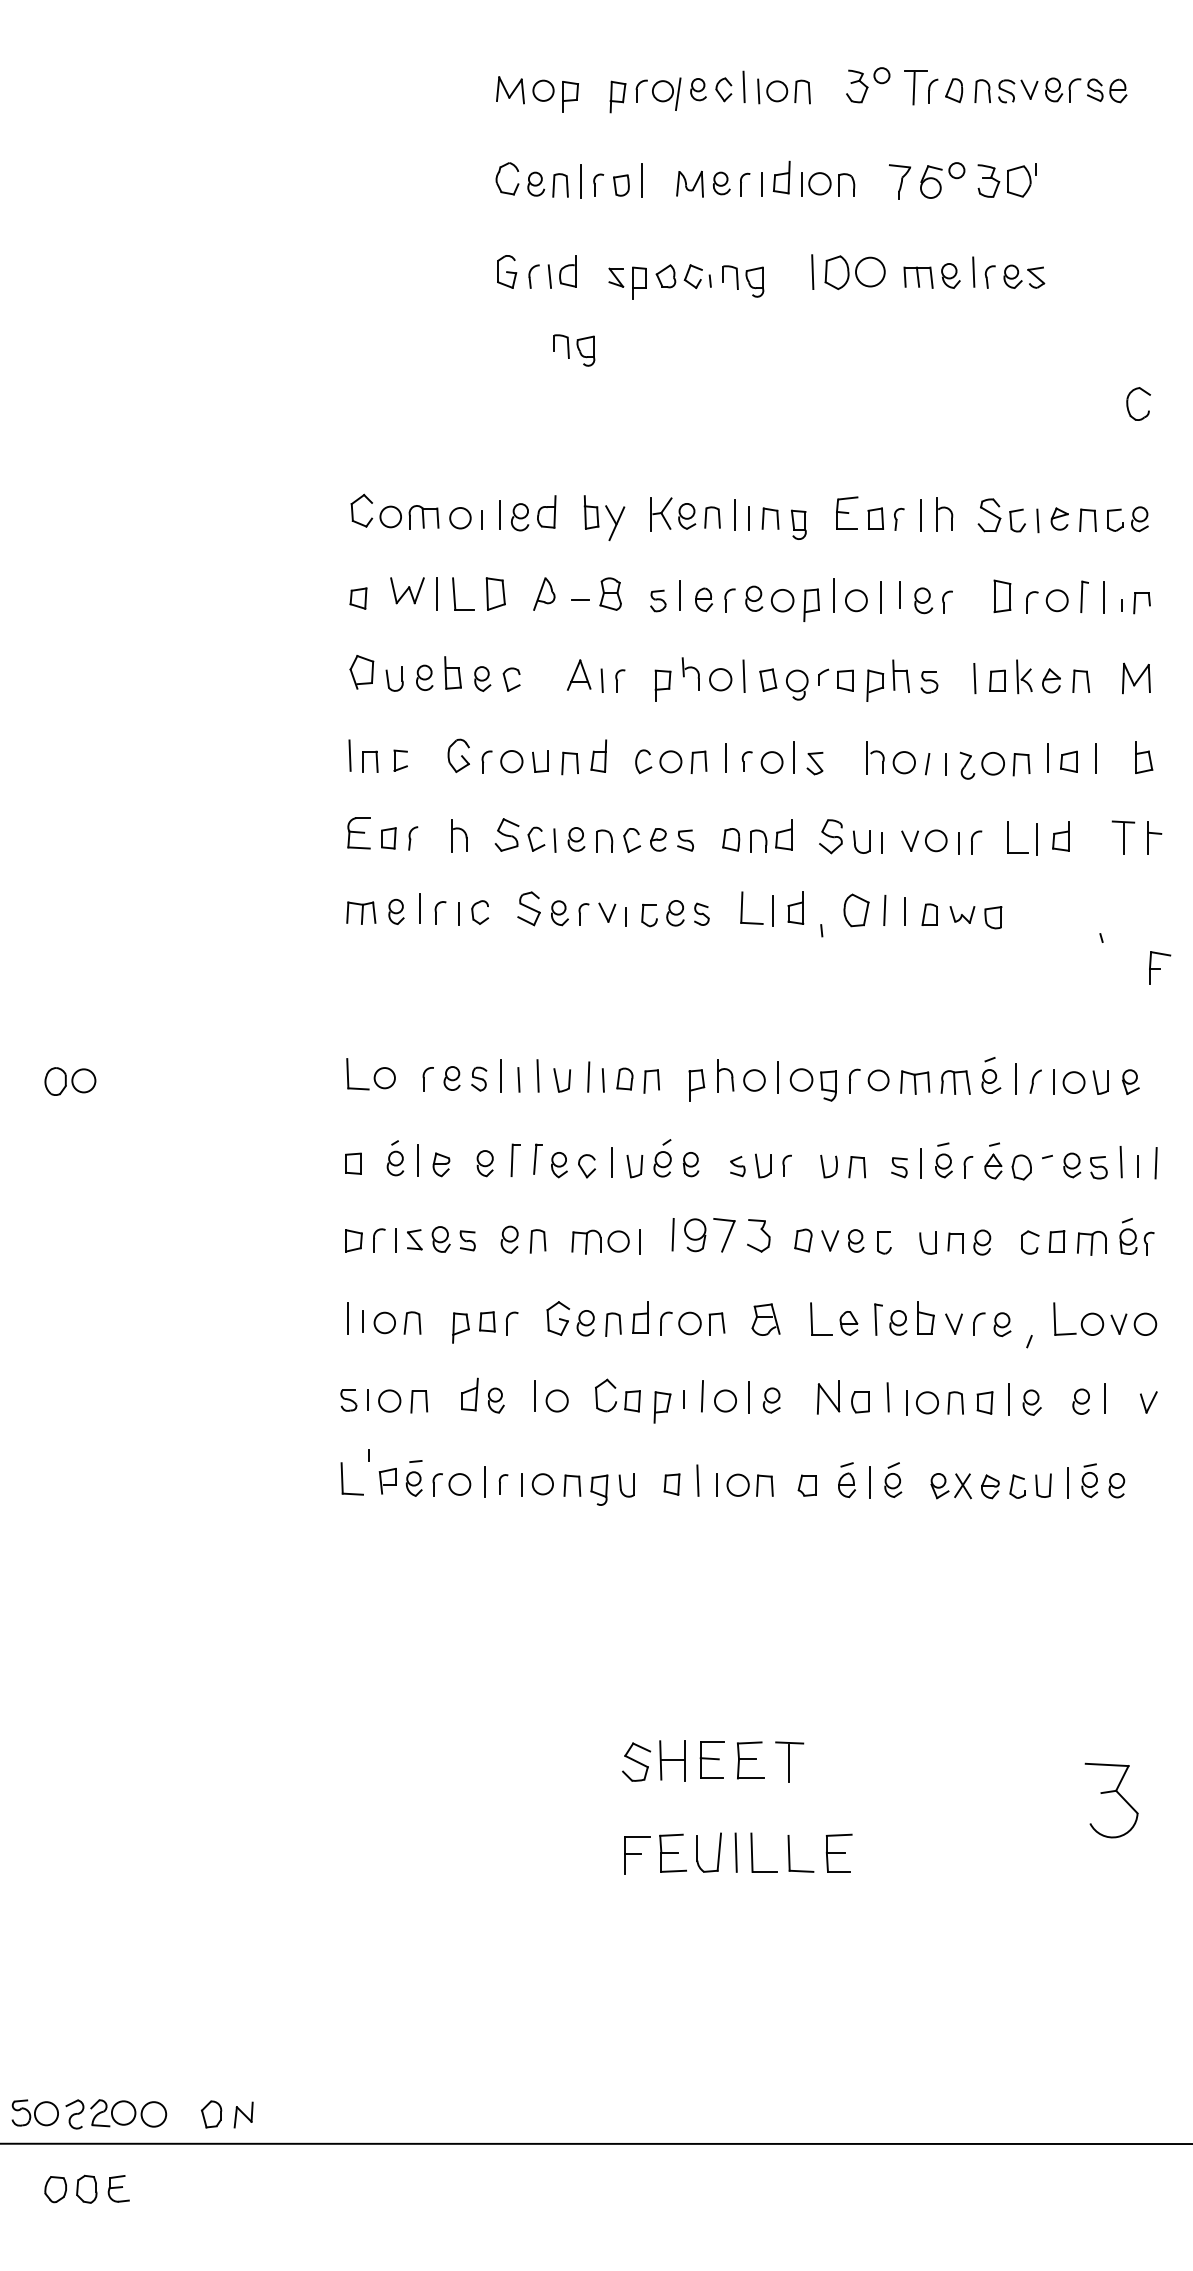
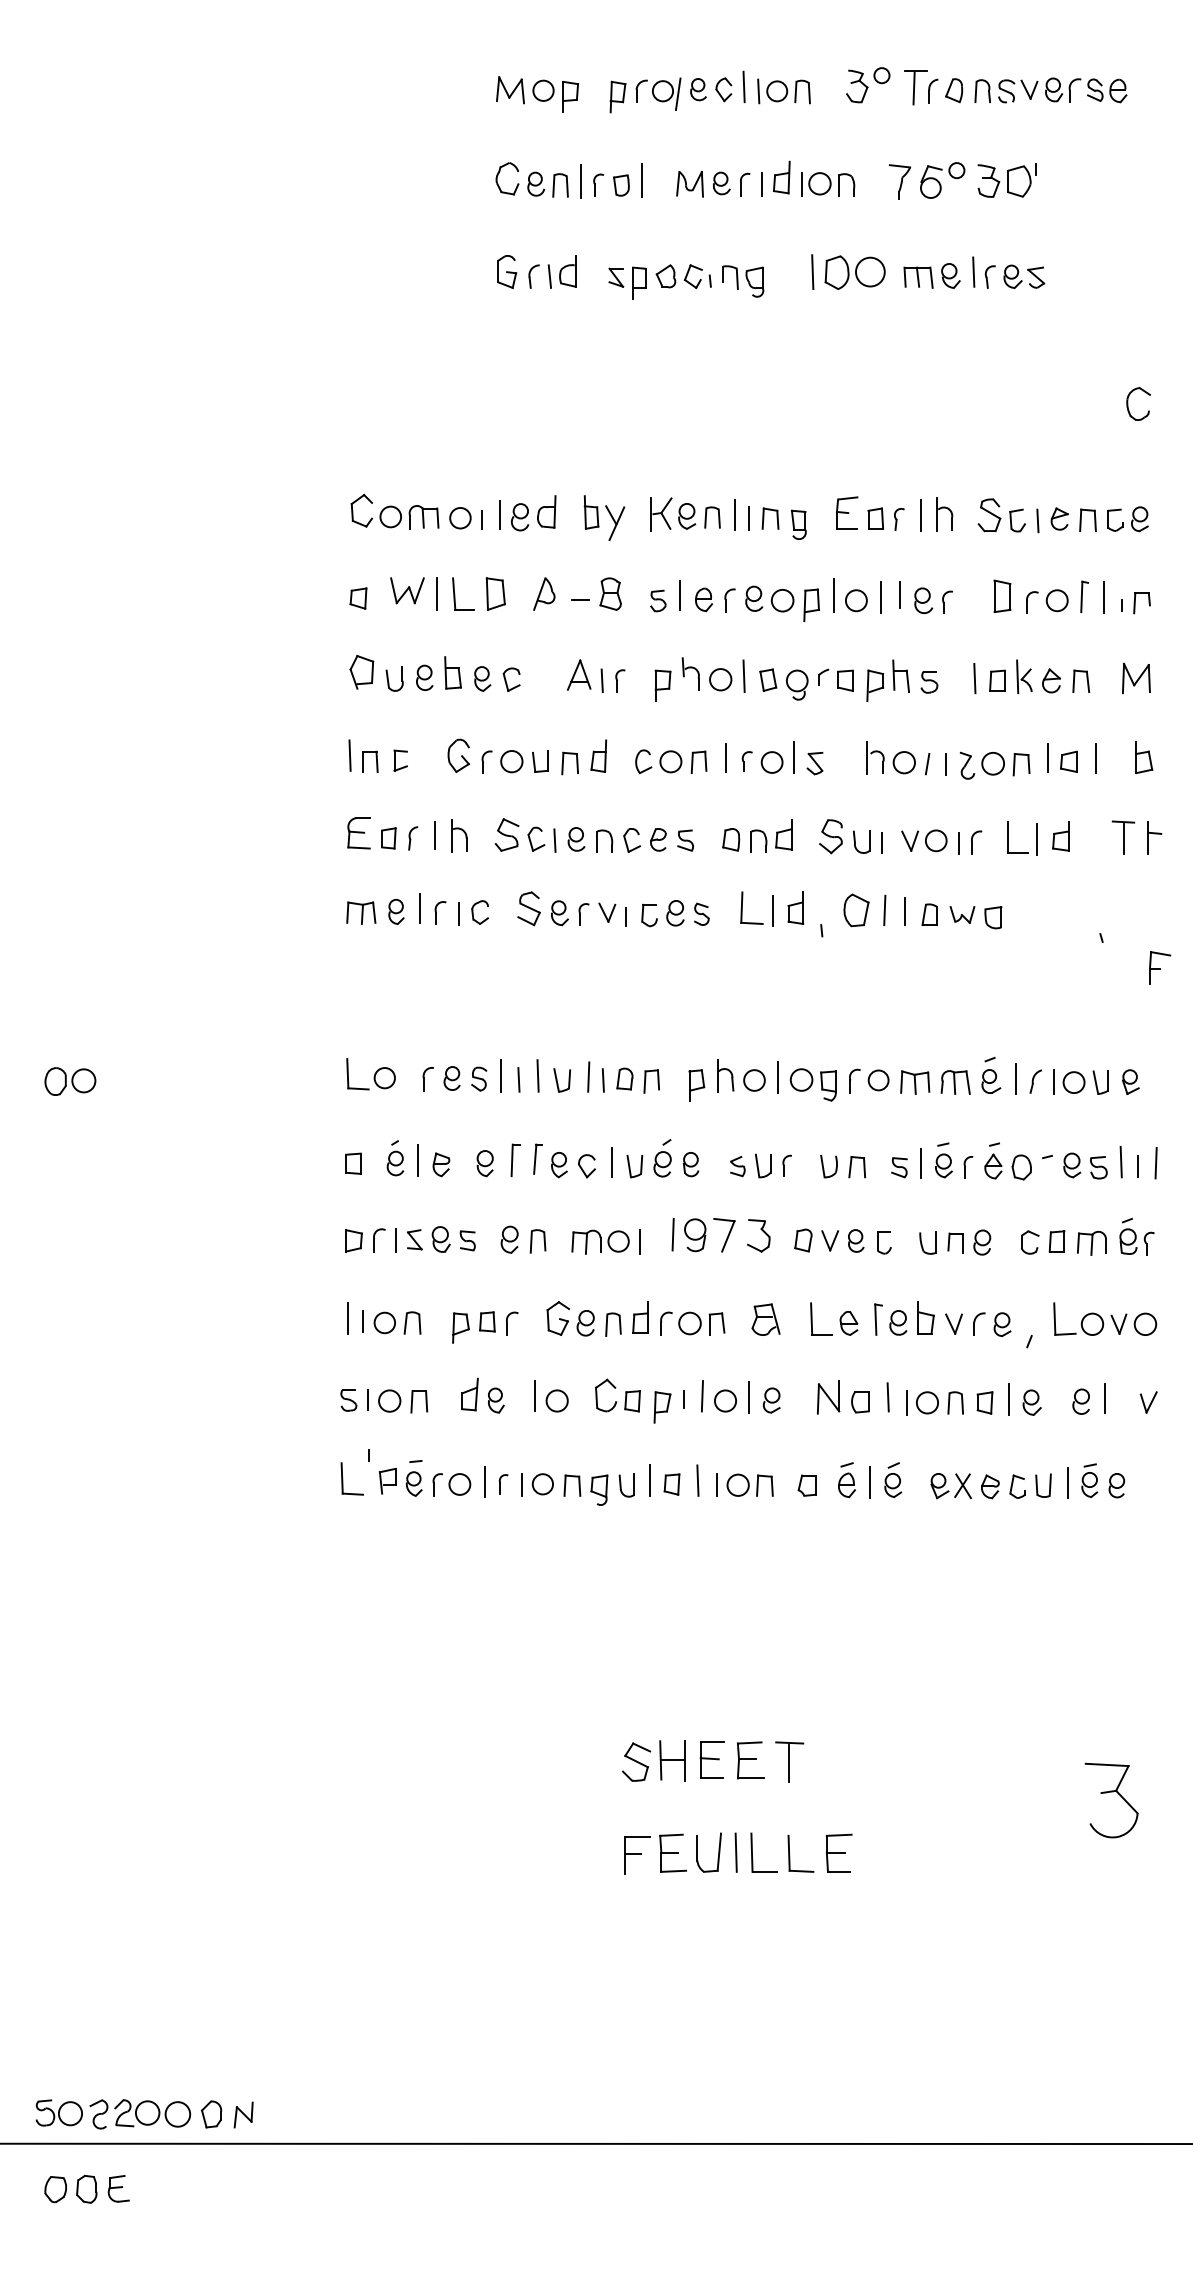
part at (574, 350): present -> none
line at (435, 834): none -> present
line at (650, 1480): none -> present
part at (89, 2114) position: (89, 2114) -> (113, 2114)
